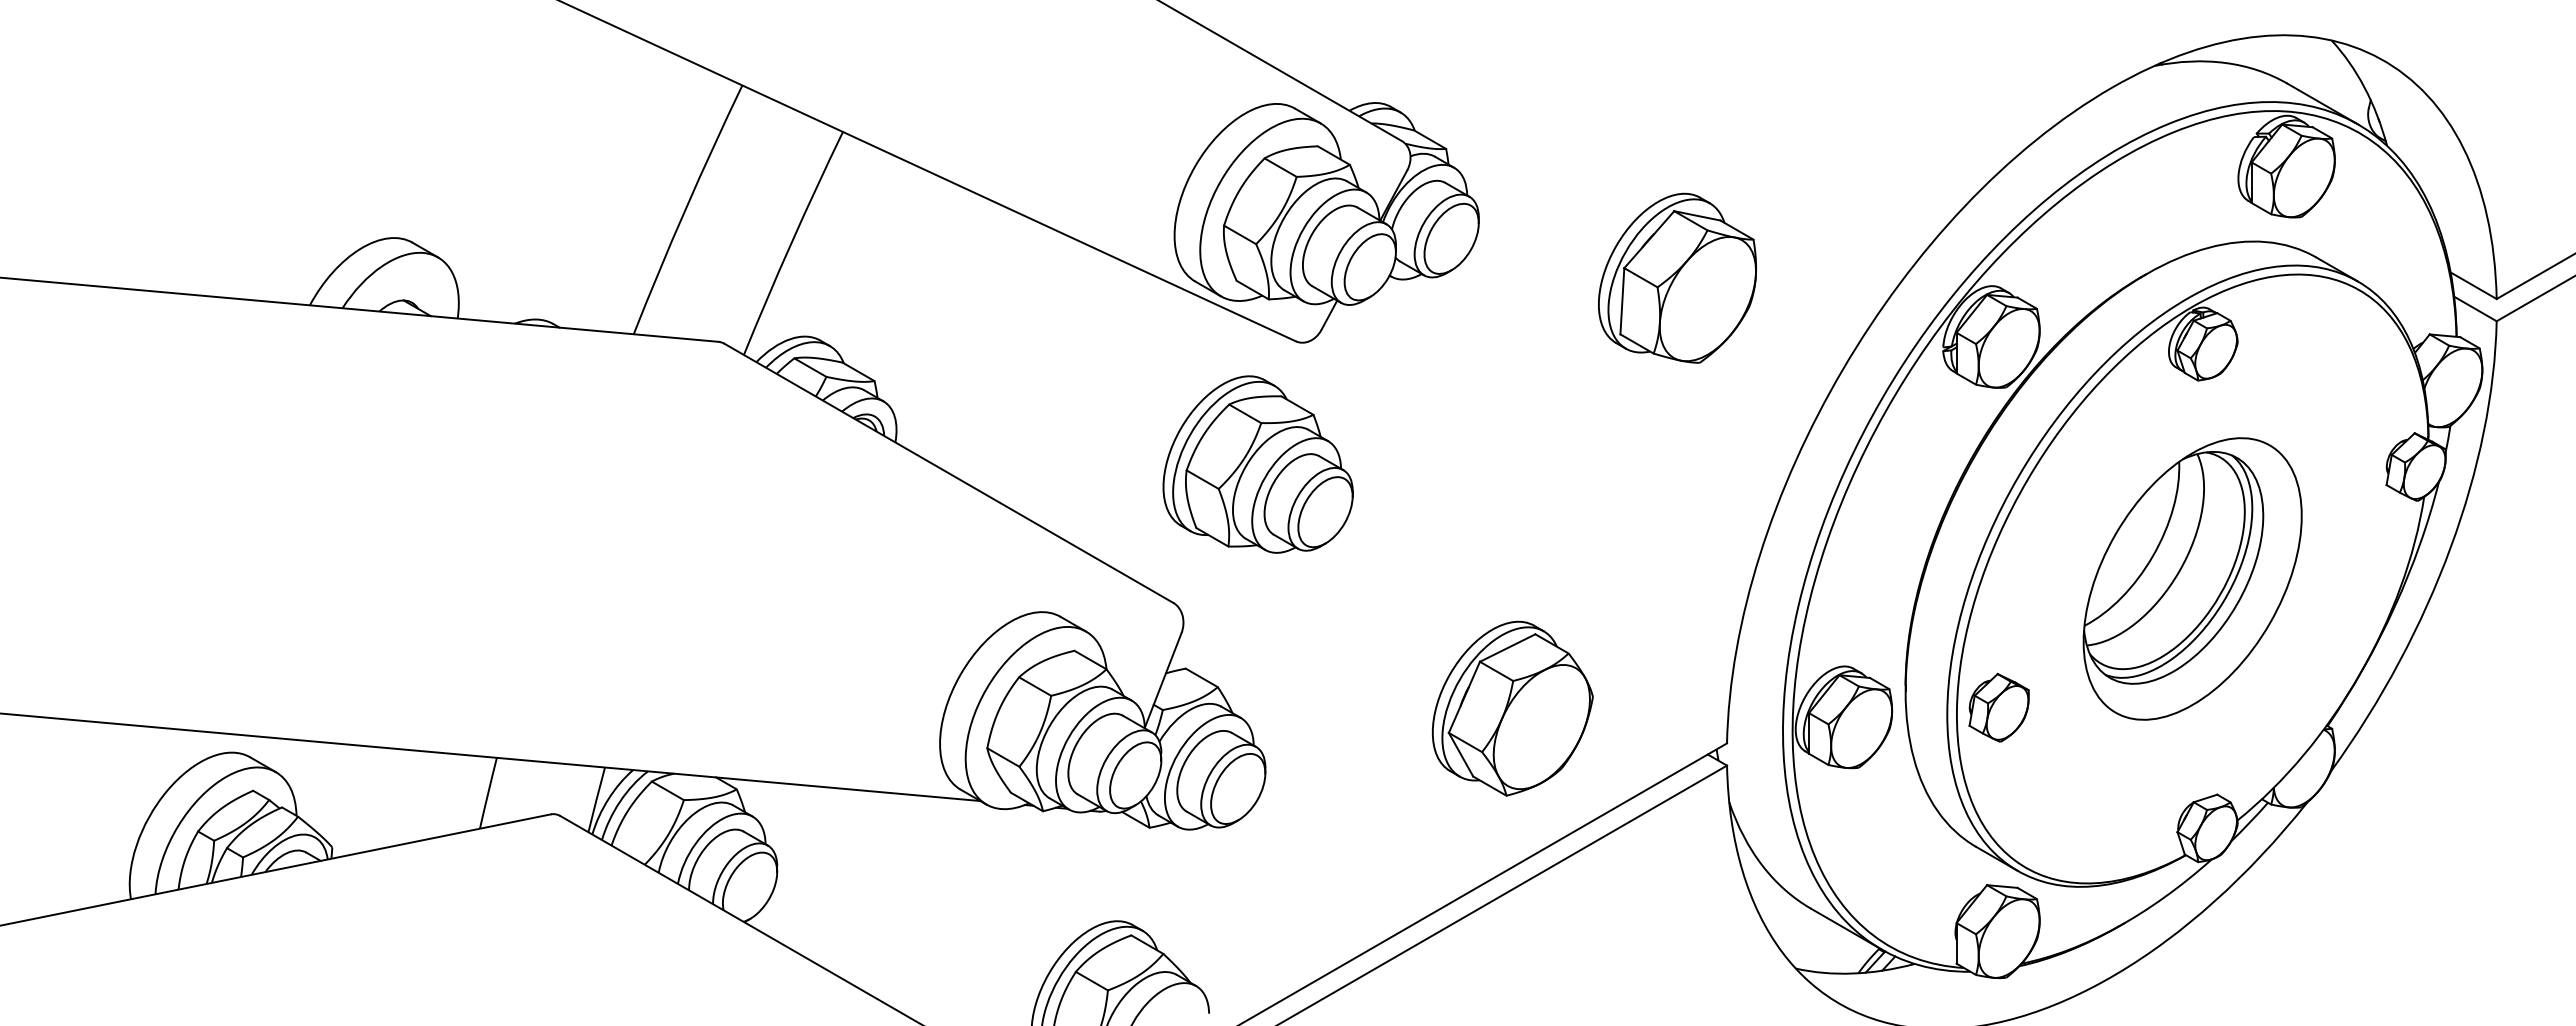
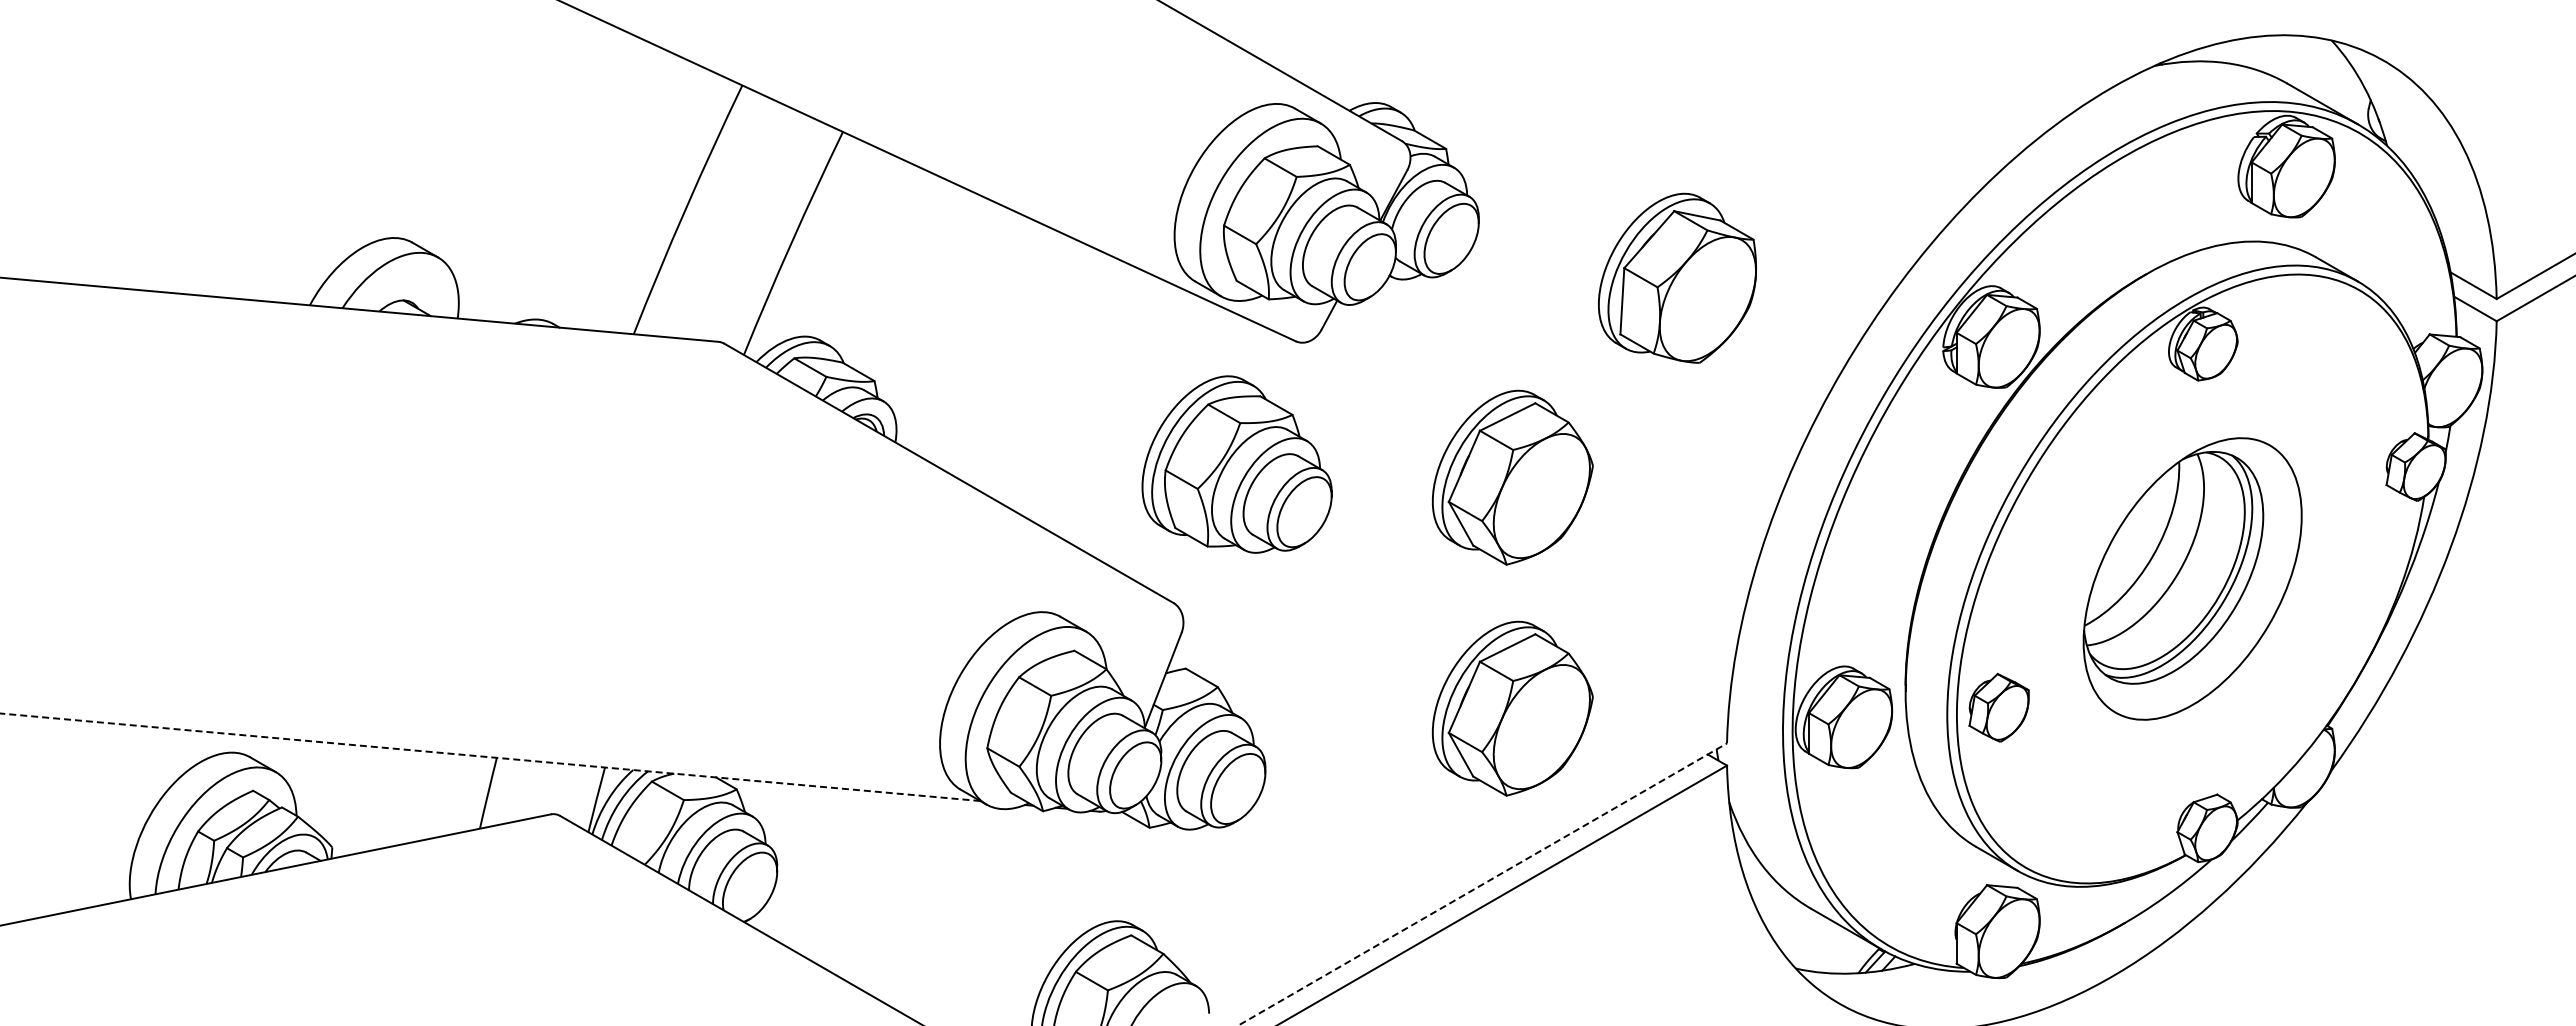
part at (1257, 464) position: (1257, 464) -> (1236, 464)
part at (1512, 477): none -> present
line at (490, 757): solid -> dashed
line at (1482, 884): solid -> dashed
